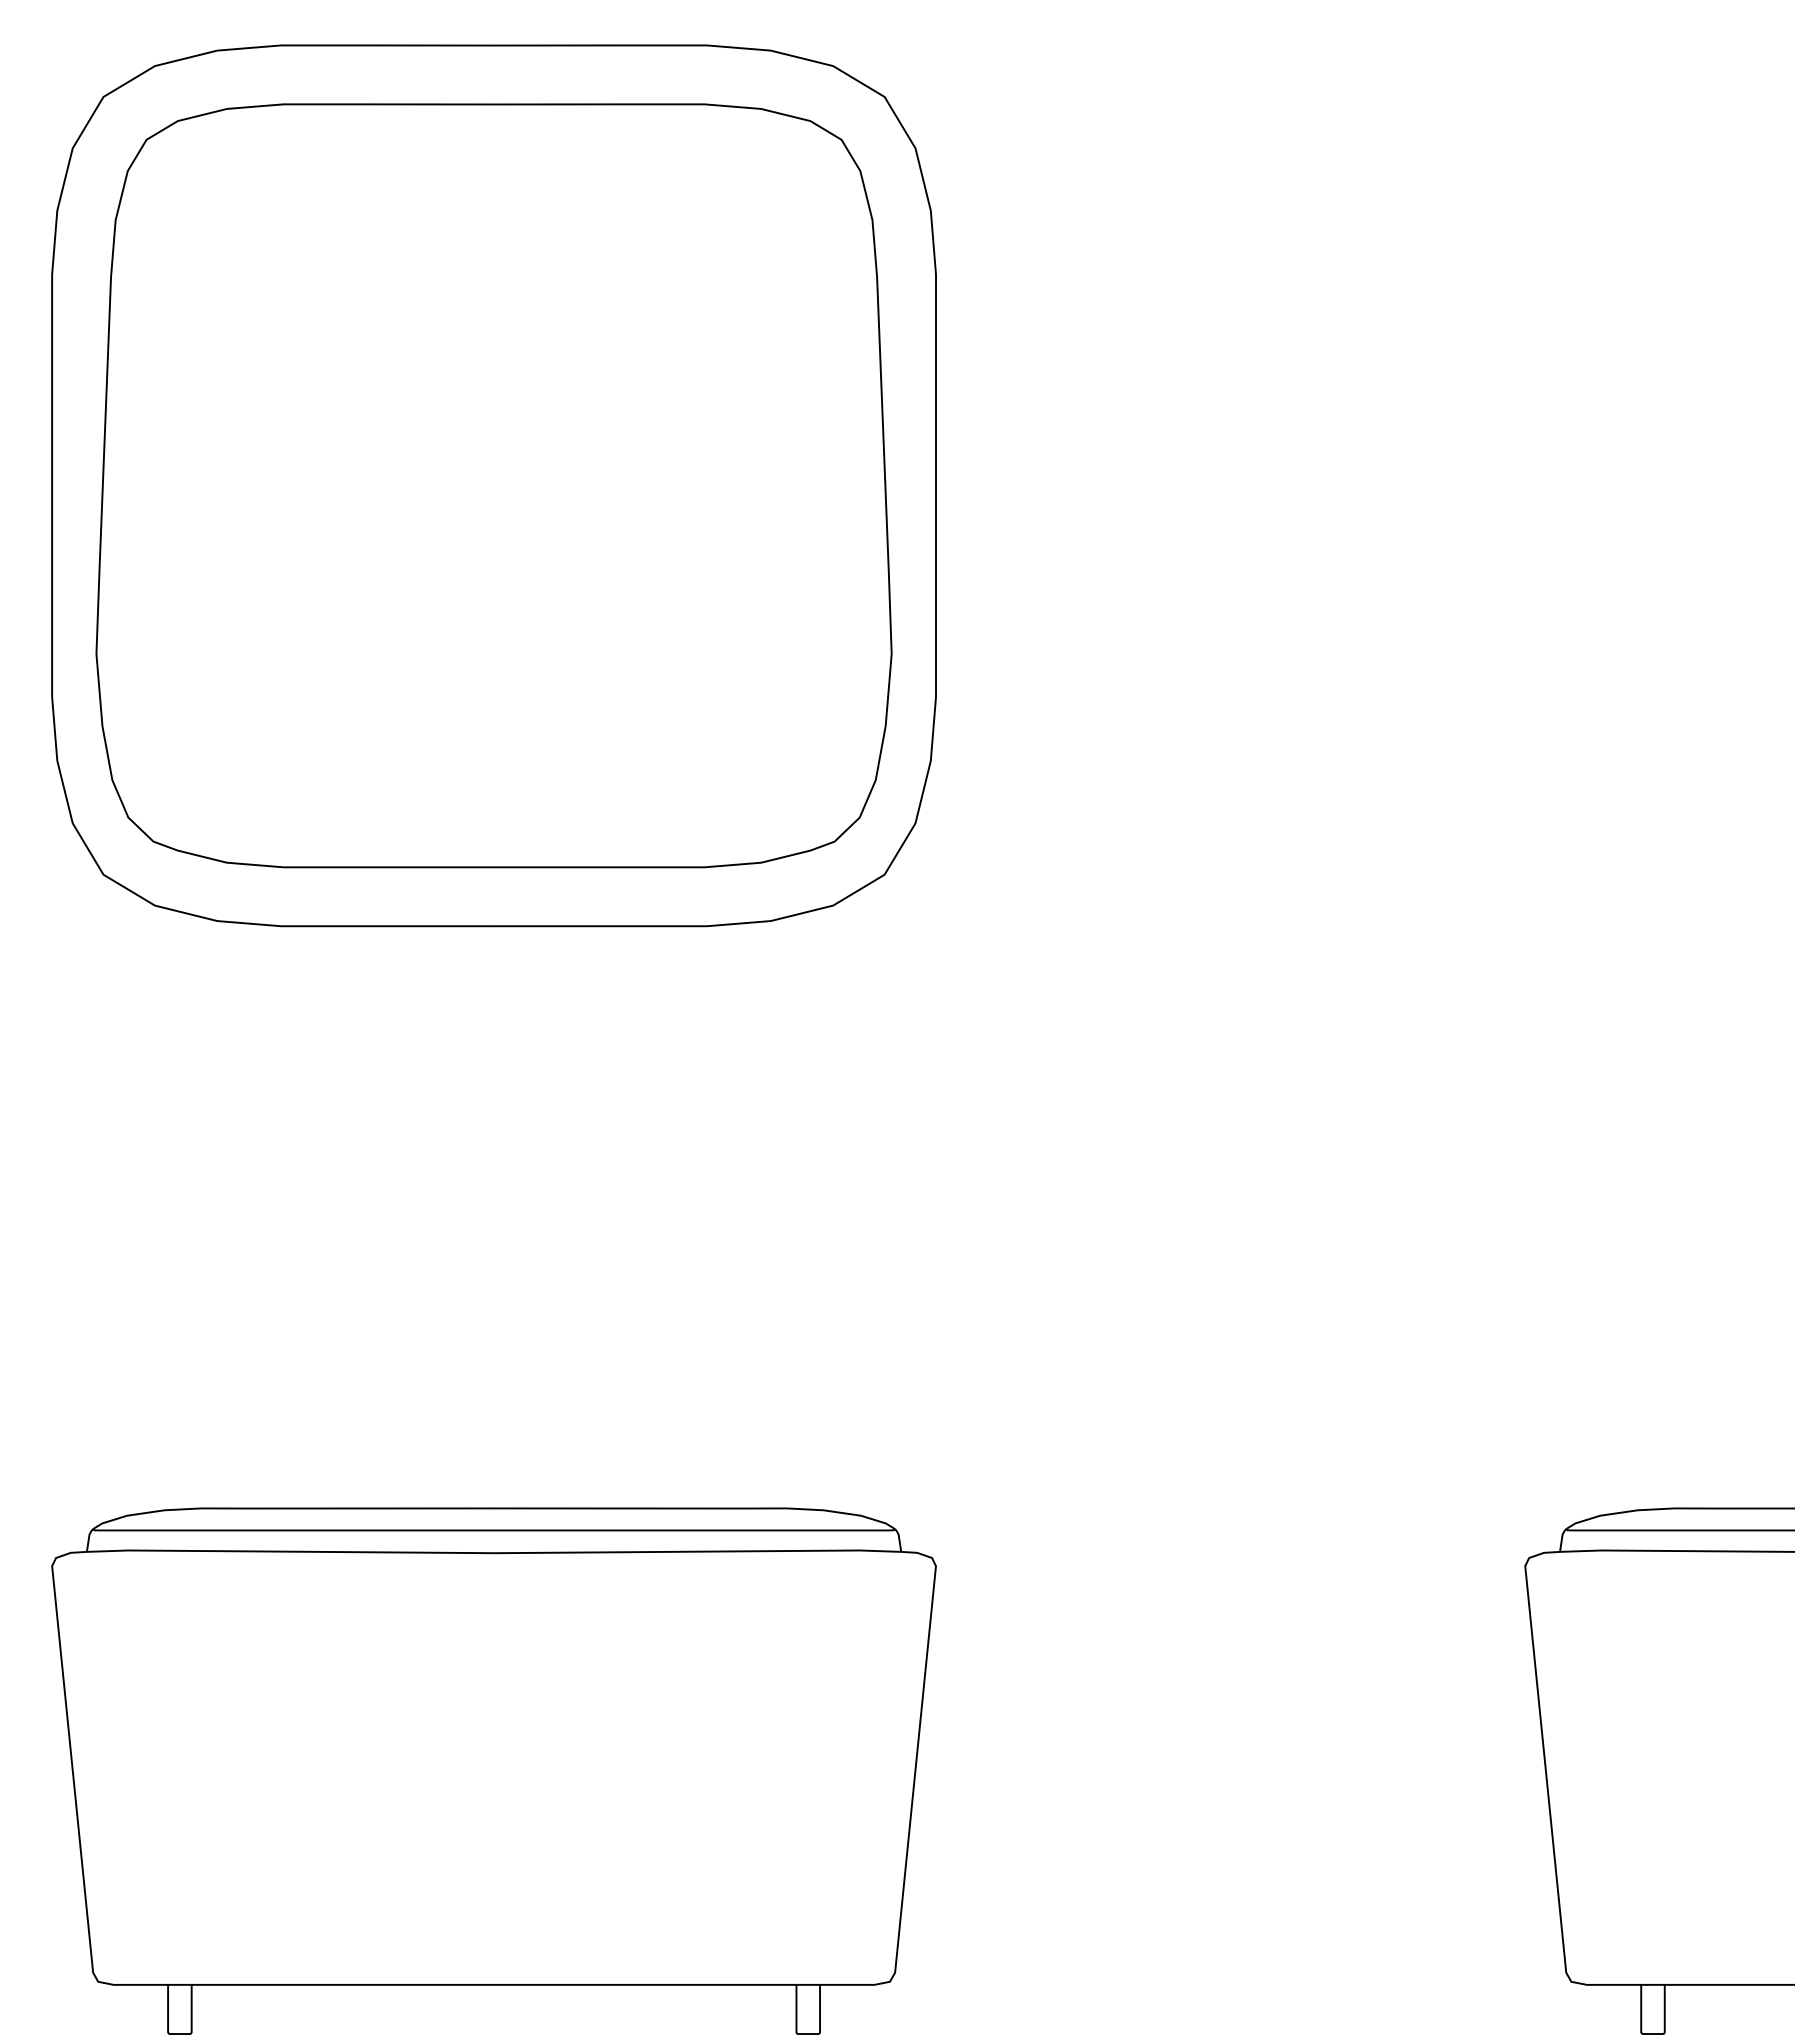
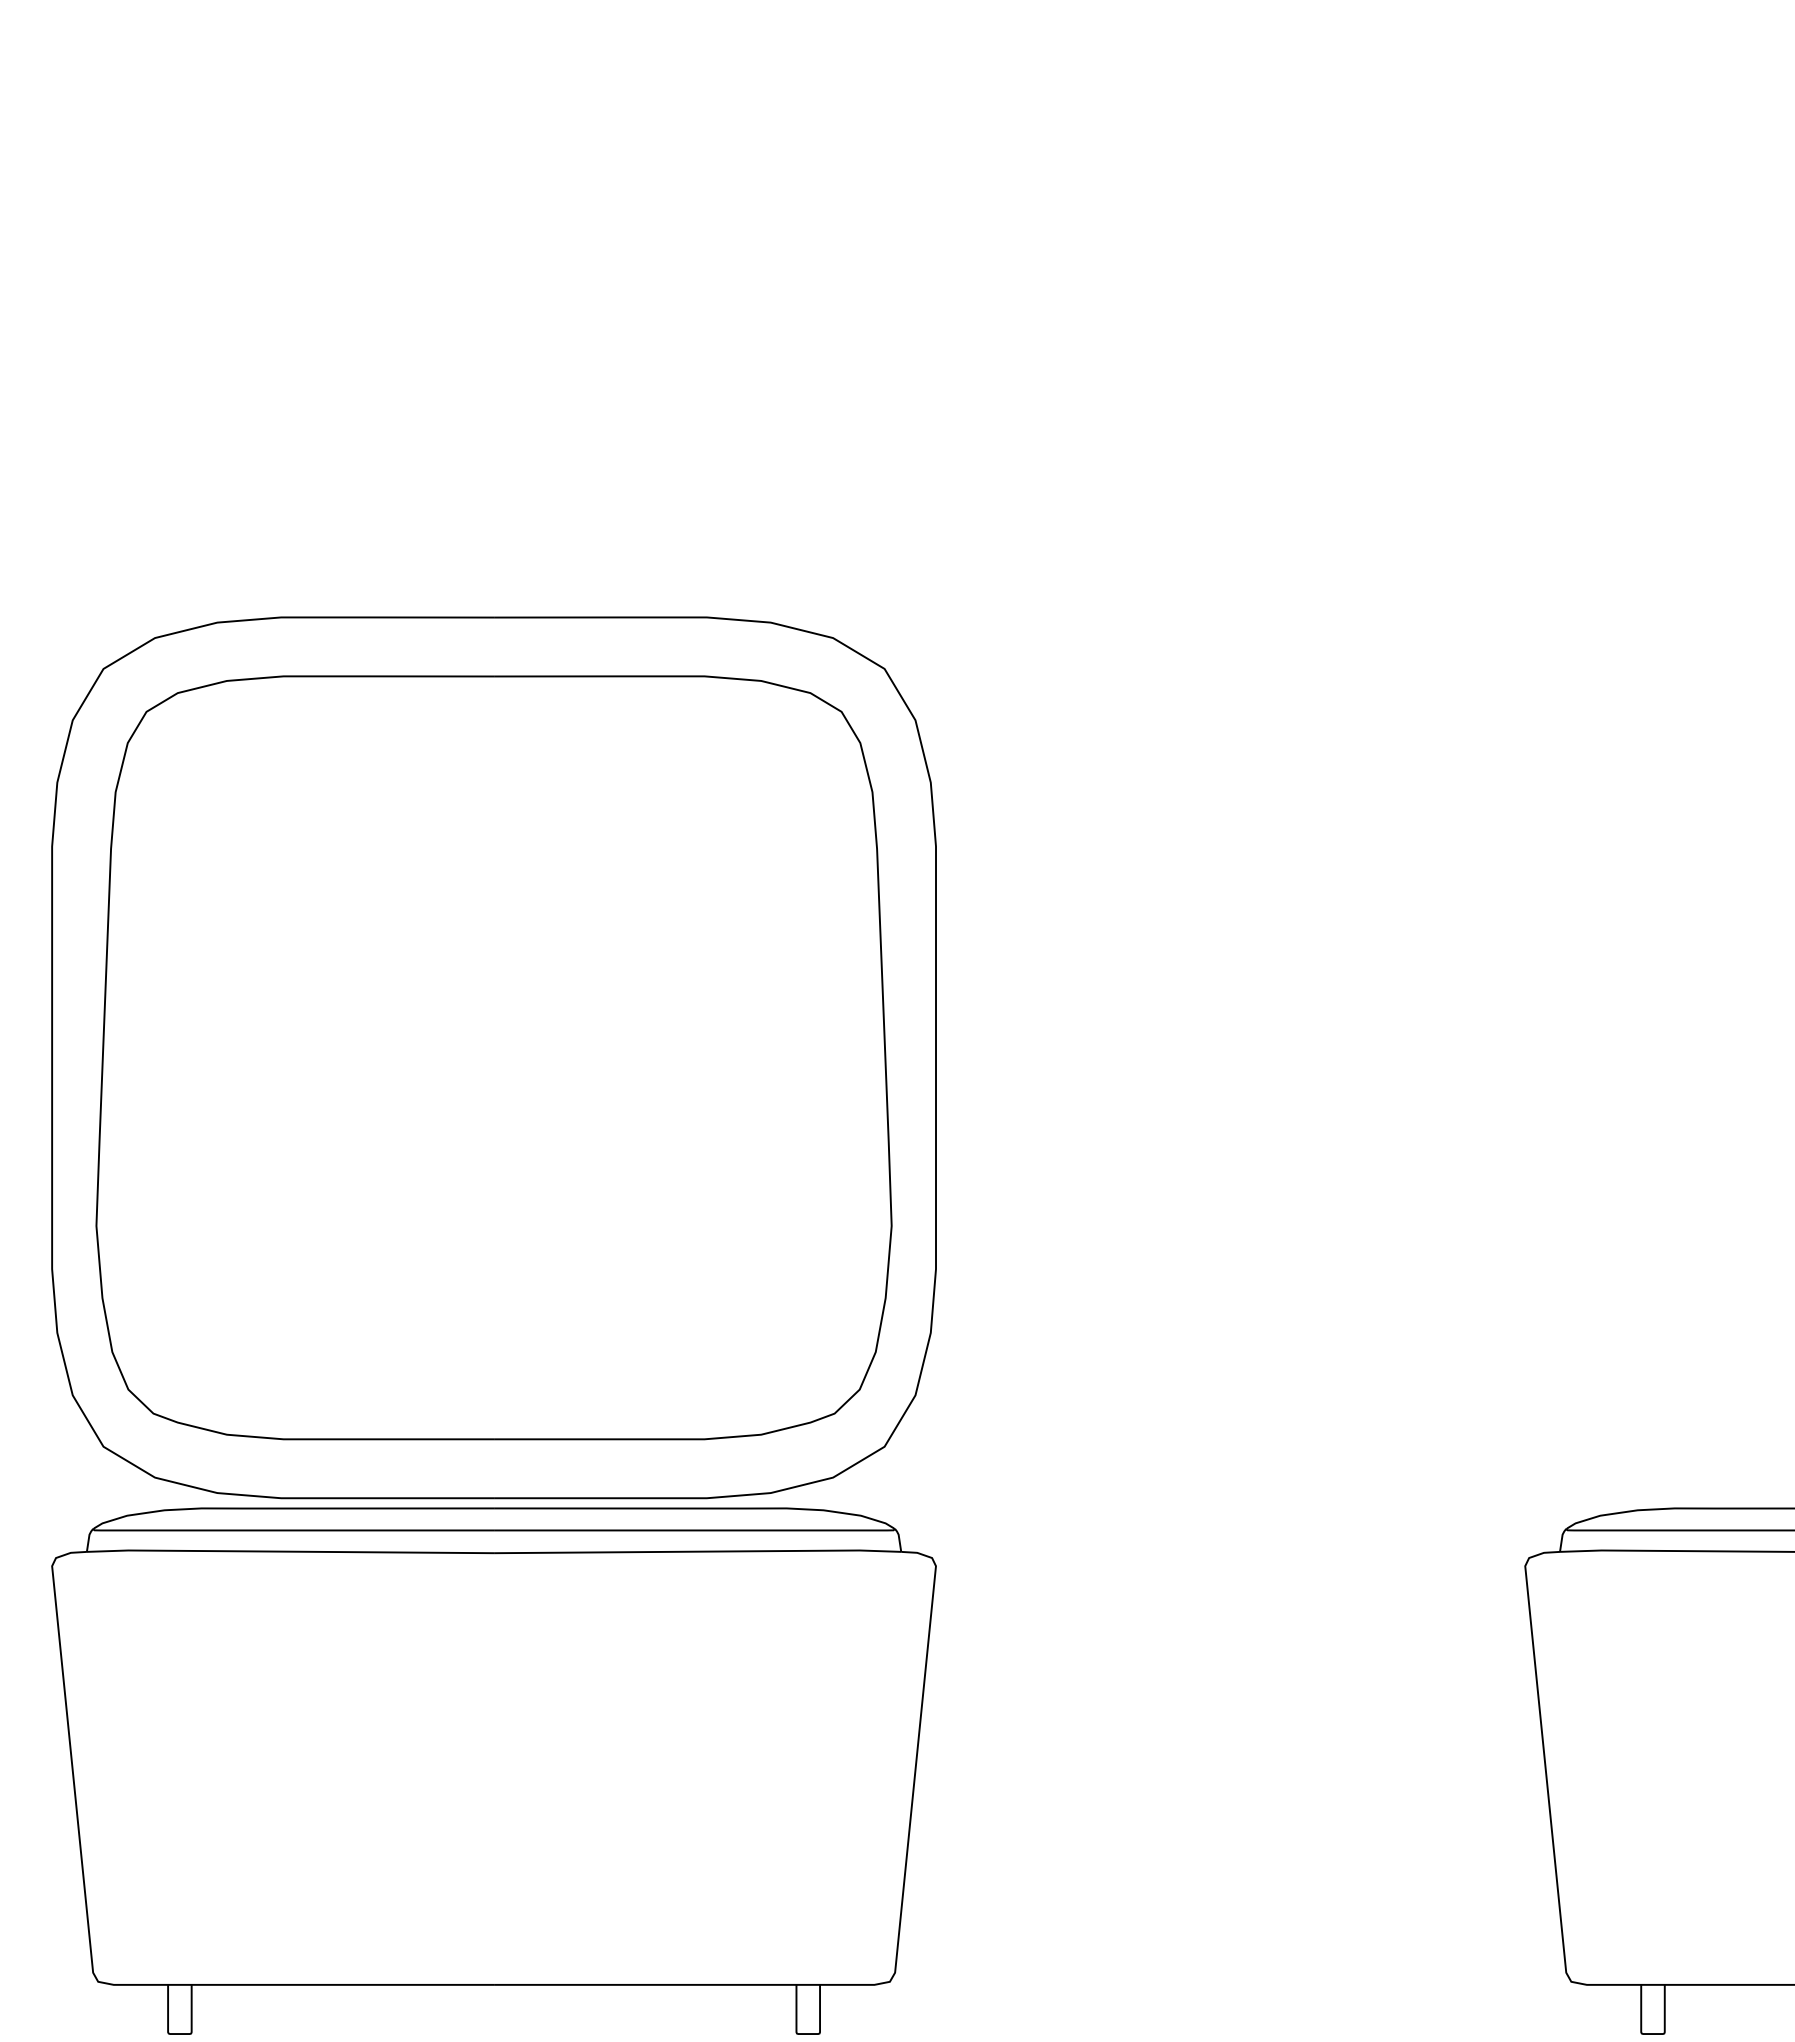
part at (493, 485) position: (493, 485) -> (493, 1057)
